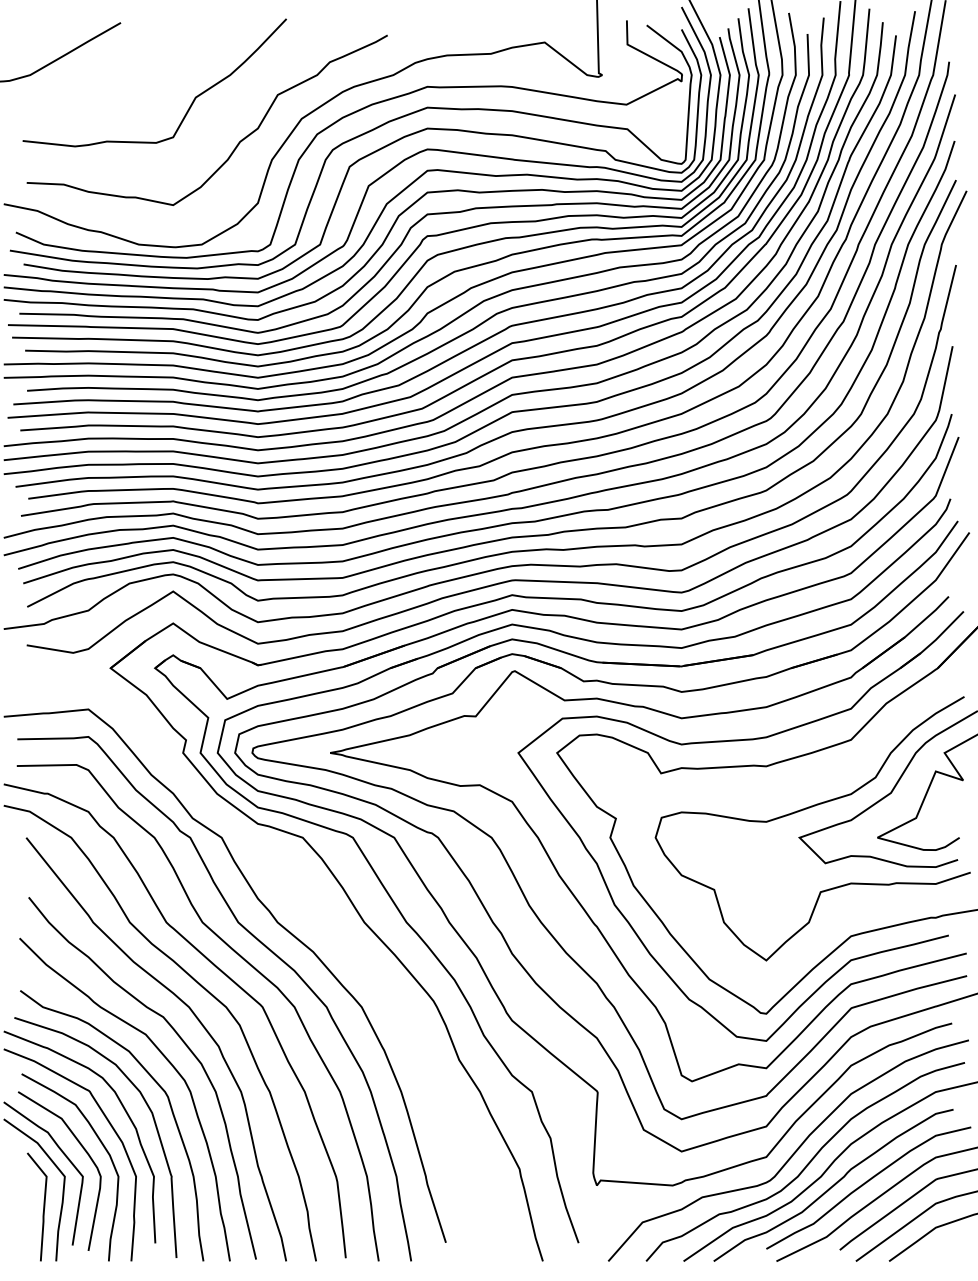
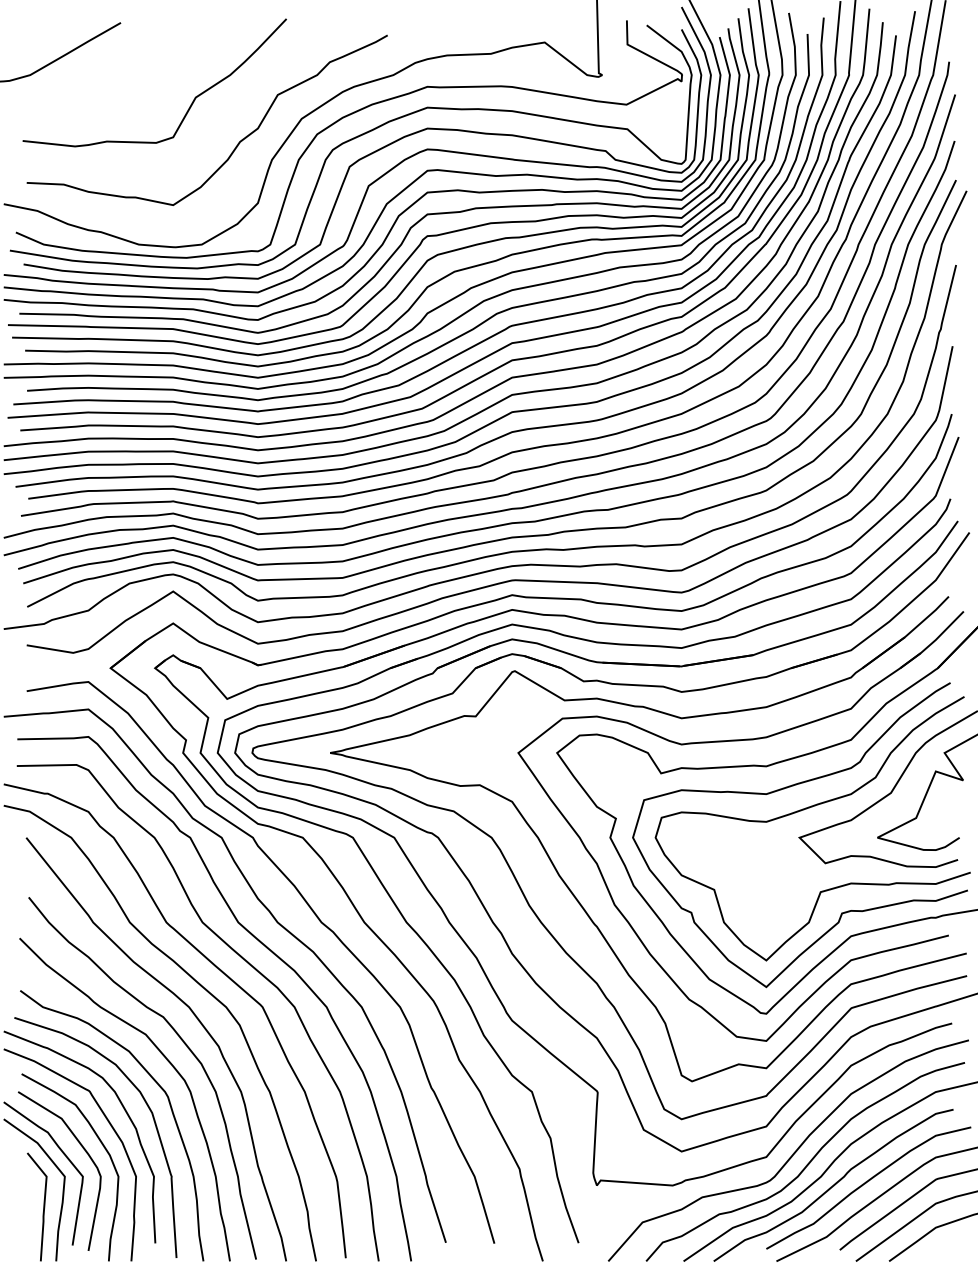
curve at (784, 789): none -> present
curve at (318, 920): none -> present
